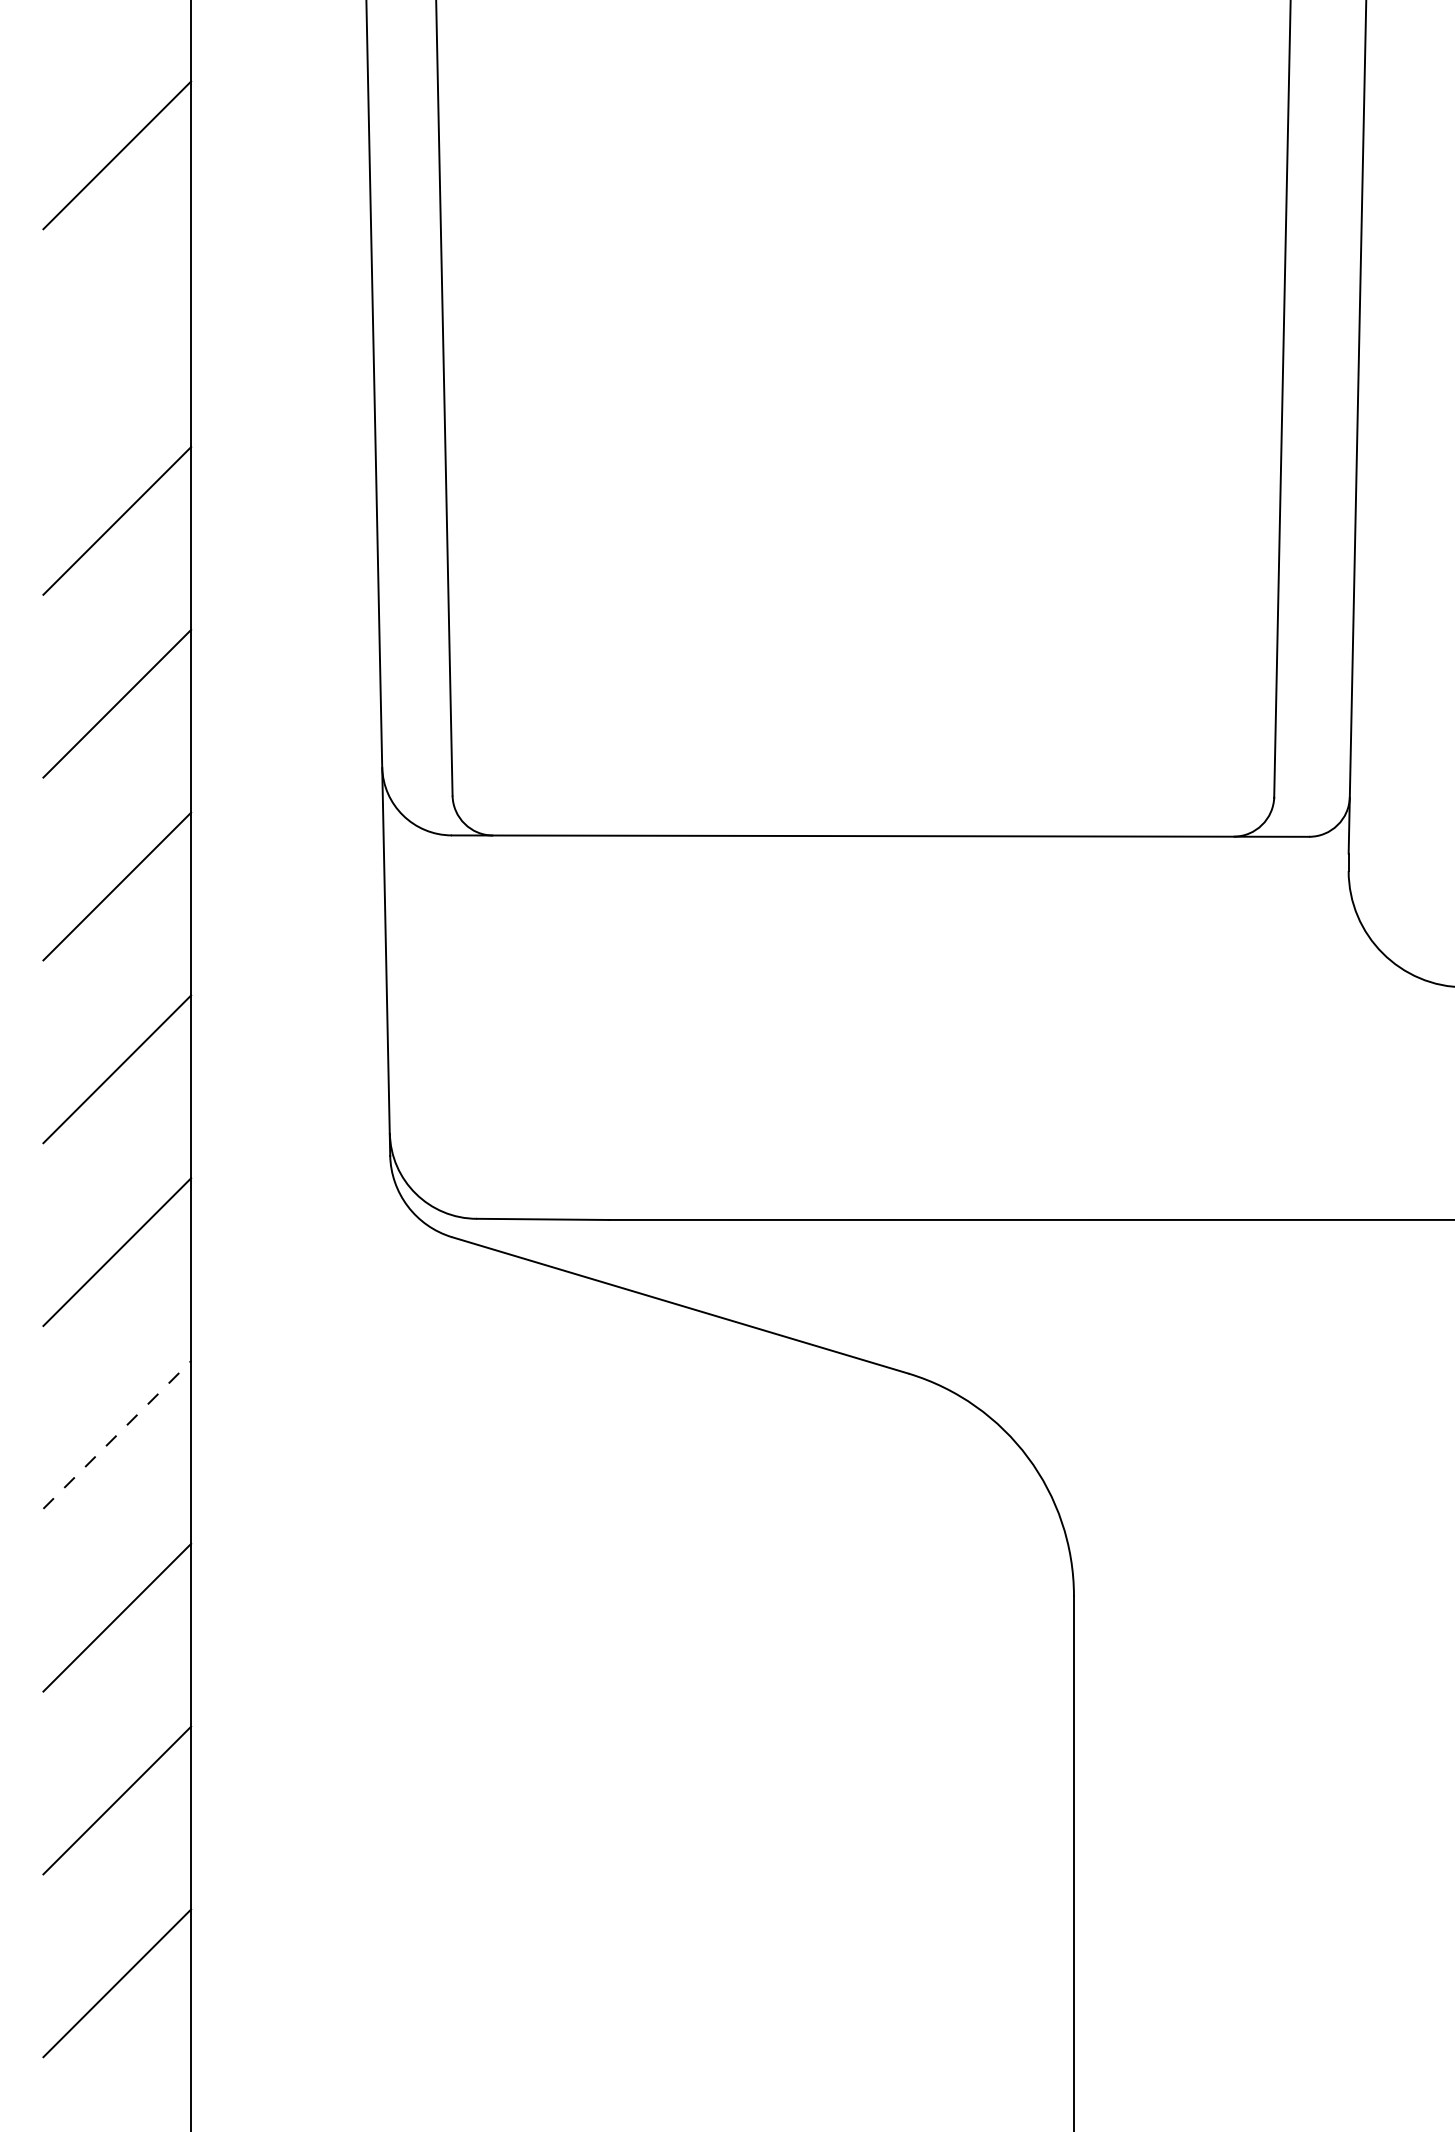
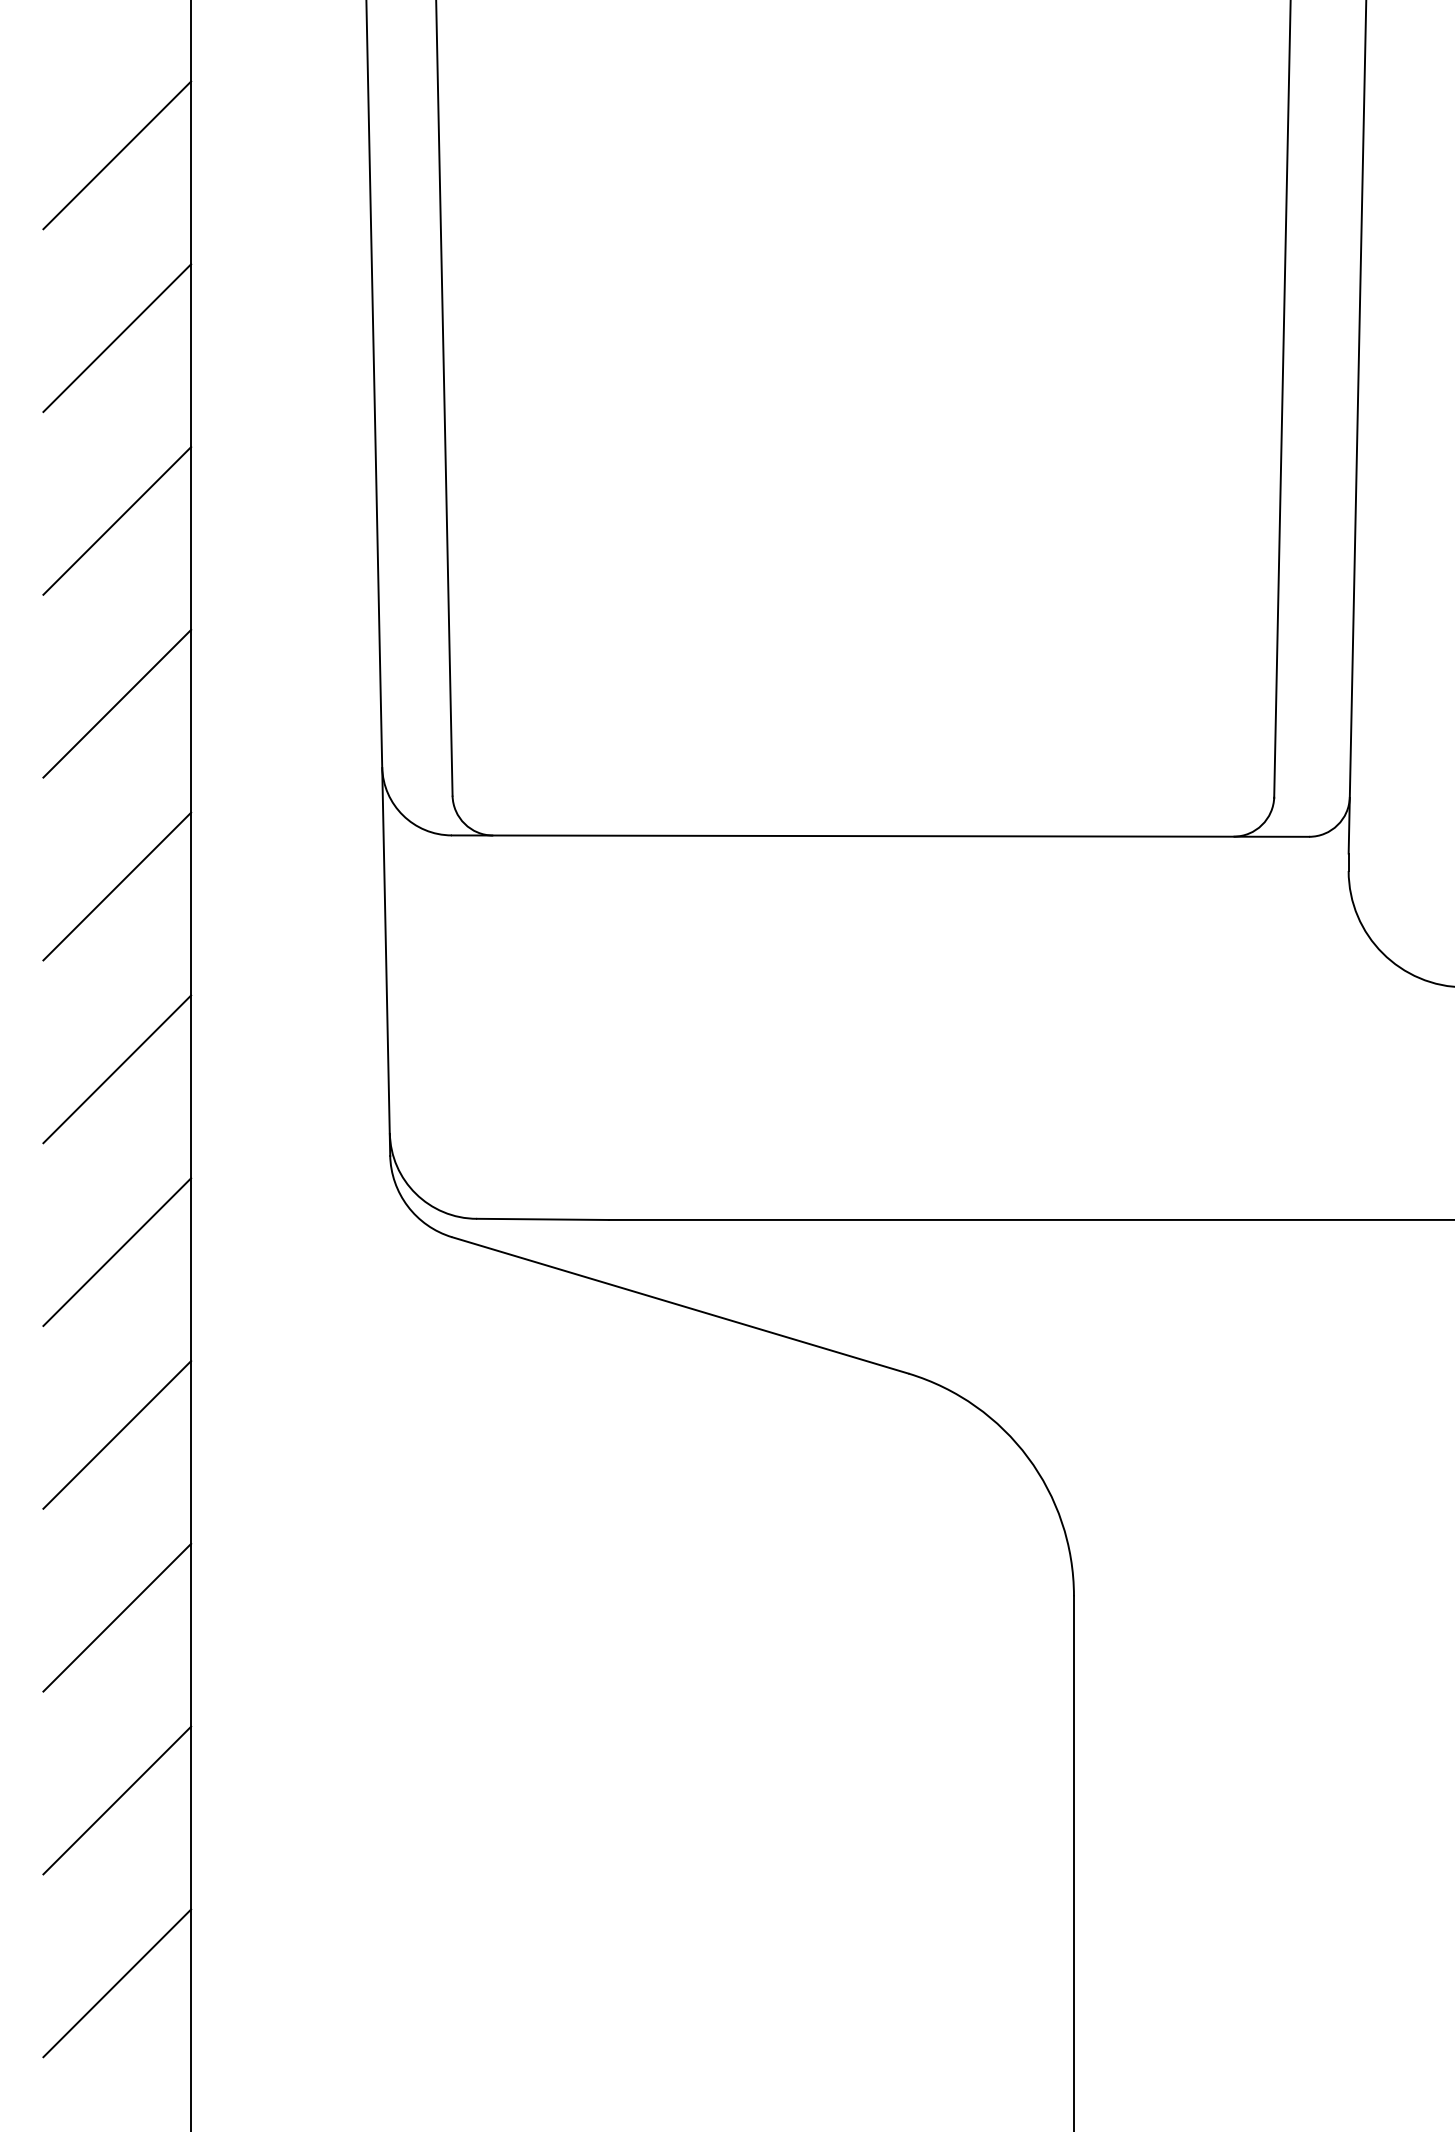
line at (117, 338): none -> present
line at (117, 1434): dashed -> solid
